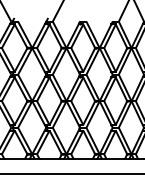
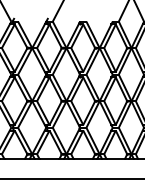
line at (71, 174) position: (71, 174) -> (71, 179)
